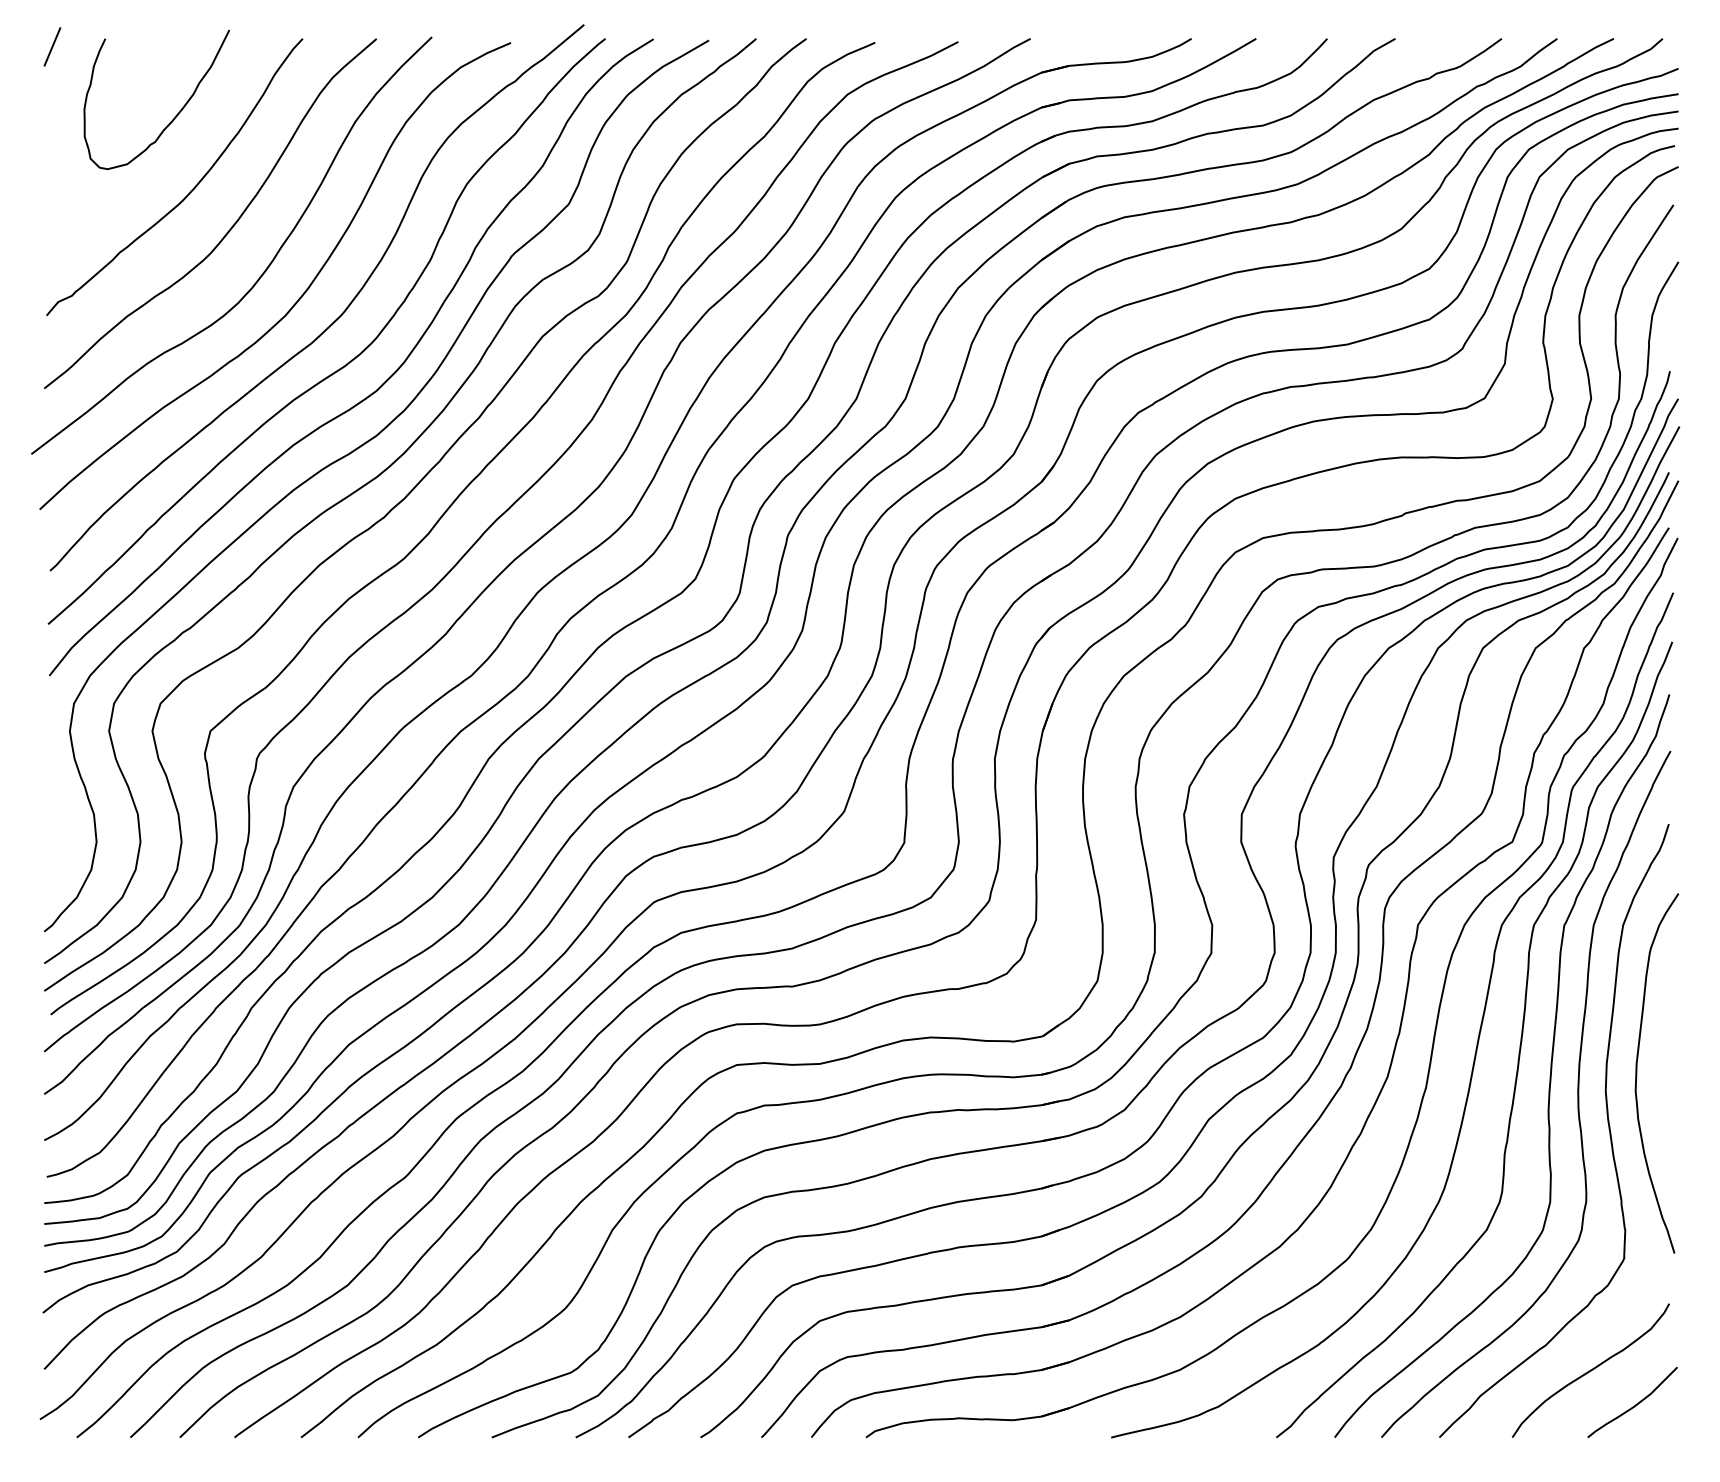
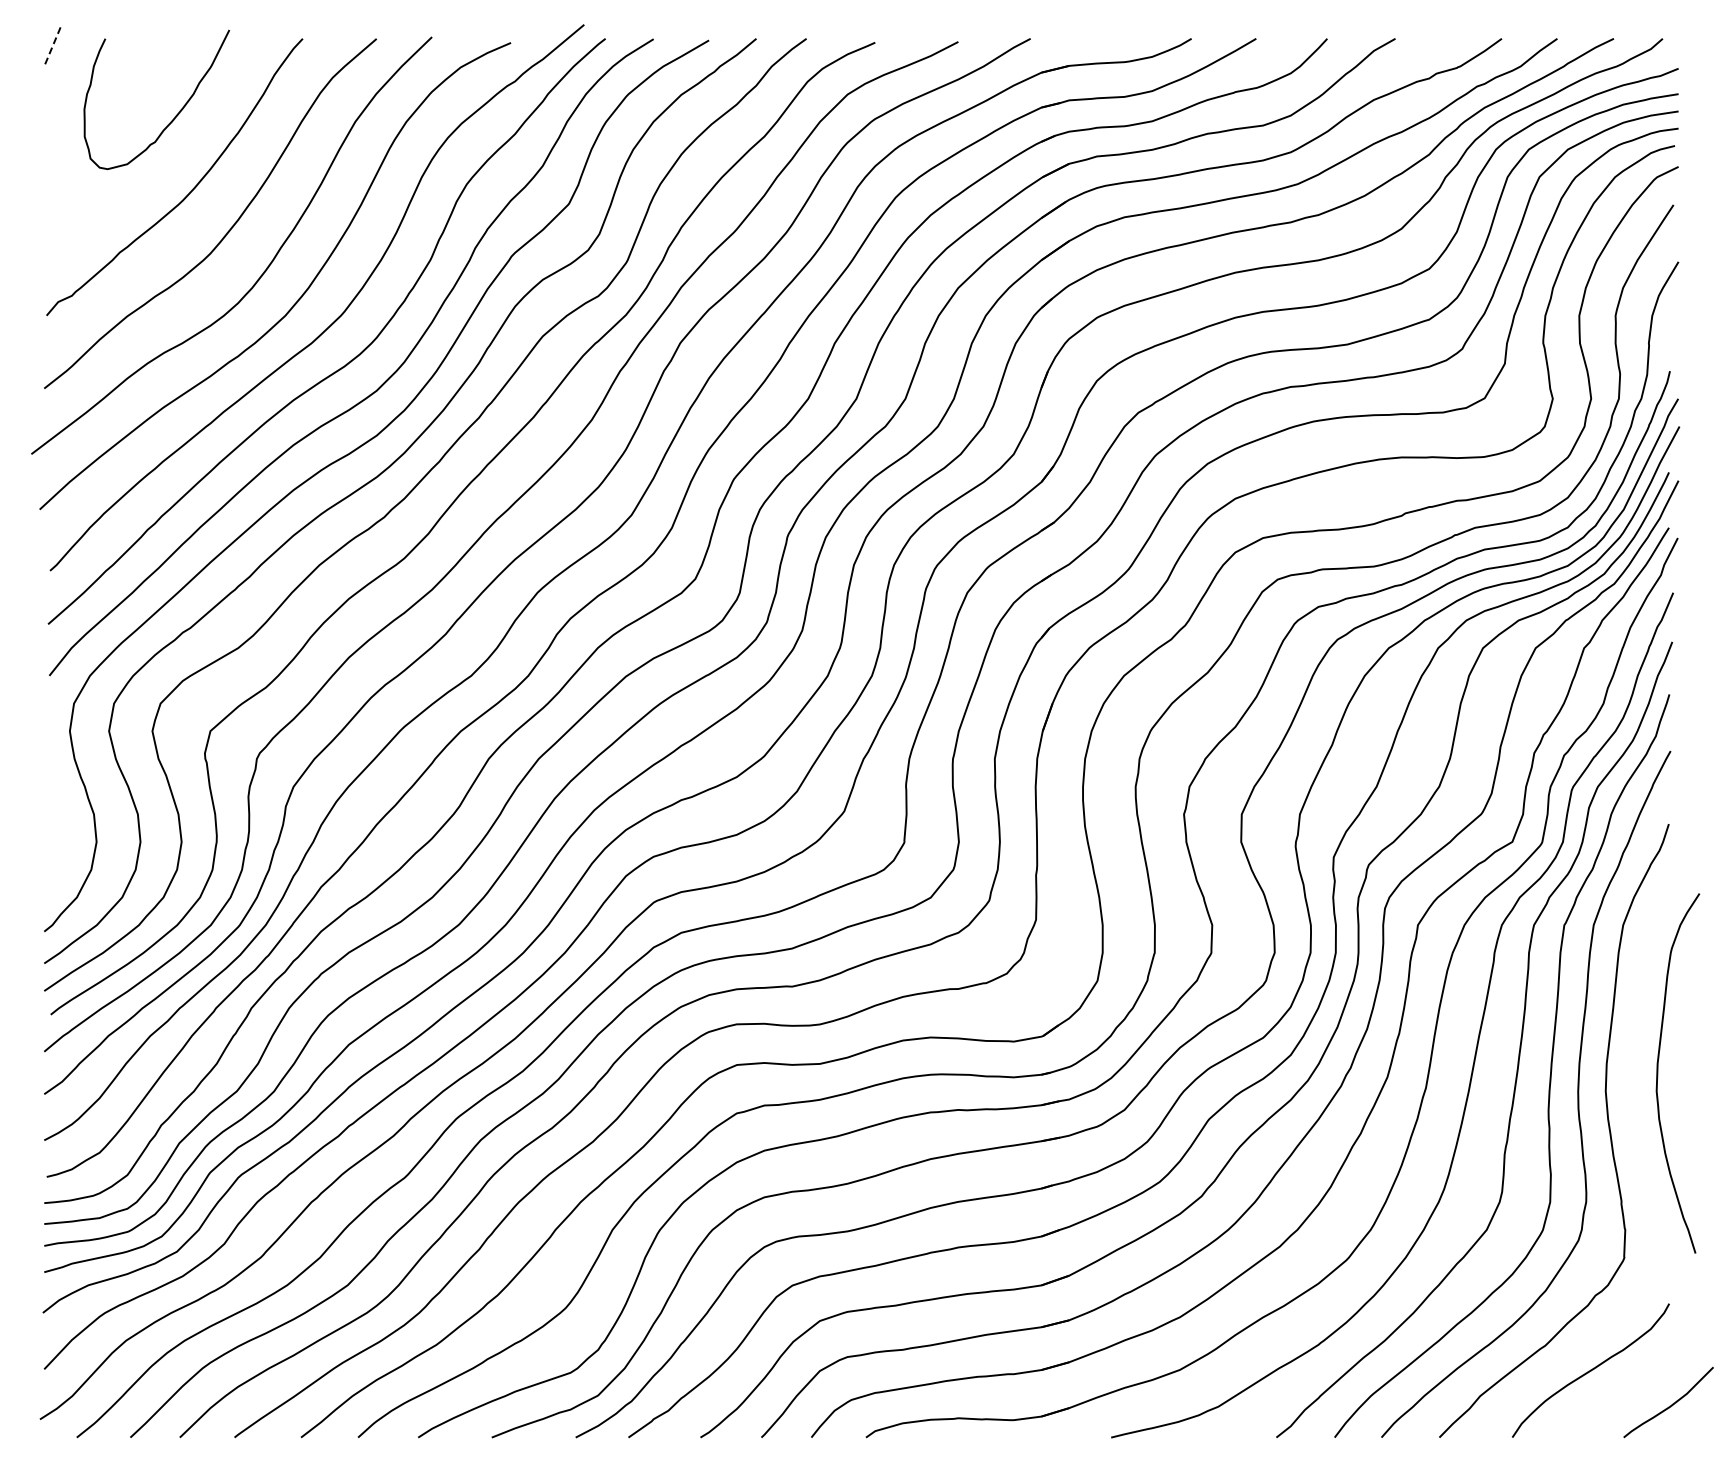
line at (52, 47): solid -> dashed
curve at (1637, 1073) position: (1637, 1073) -> (1658, 1073)
curve at (1635, 1404) position: (1635, 1404) -> (1671, 1404)
